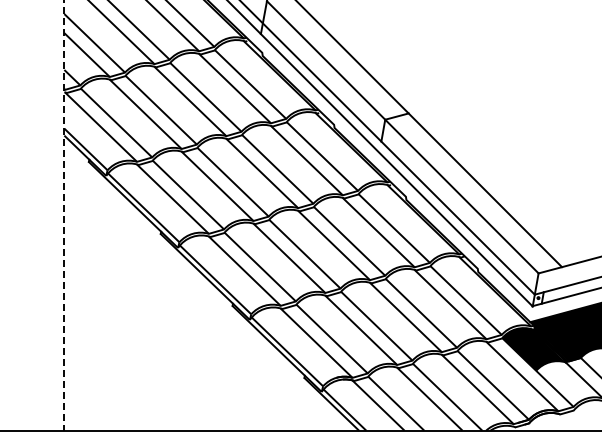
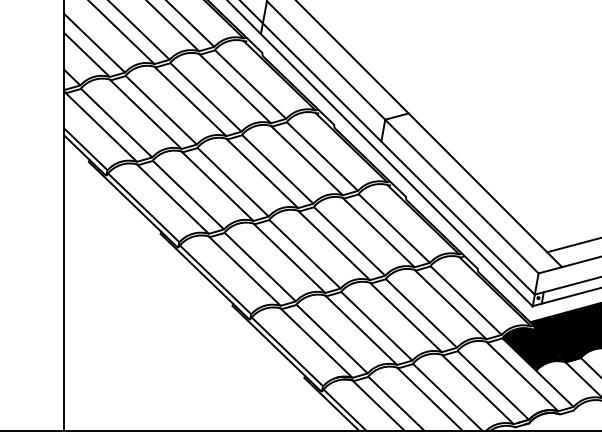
line at (64, 215): dashed -> solid
line at (572, 245): none -> present
